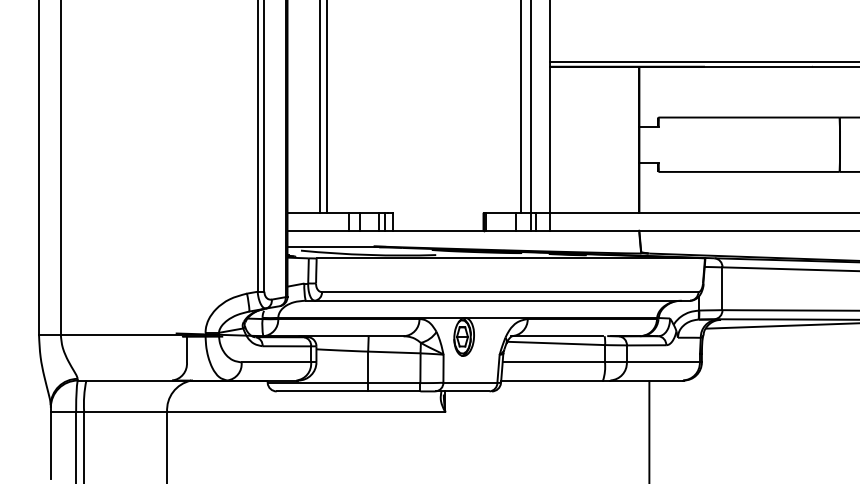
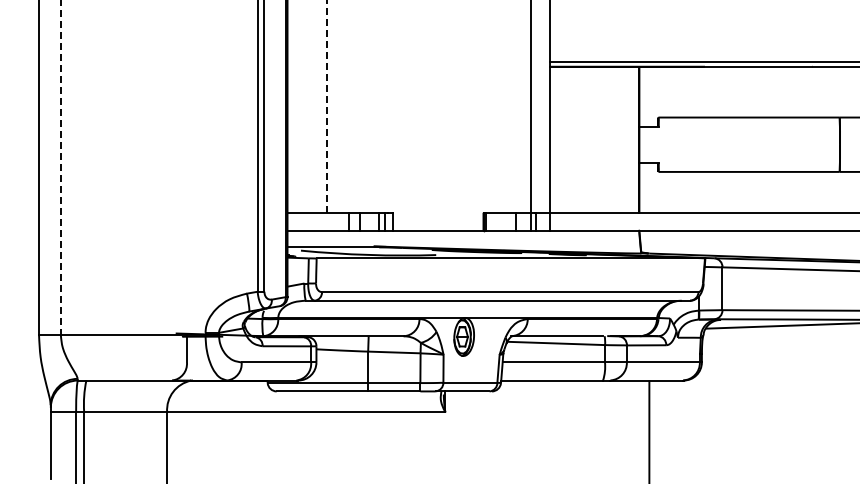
line at (327, 106): solid -> dashed
line at (319, 107): present -> none
line at (521, 107): present -> none
line at (60, 168): solid -> dashed
